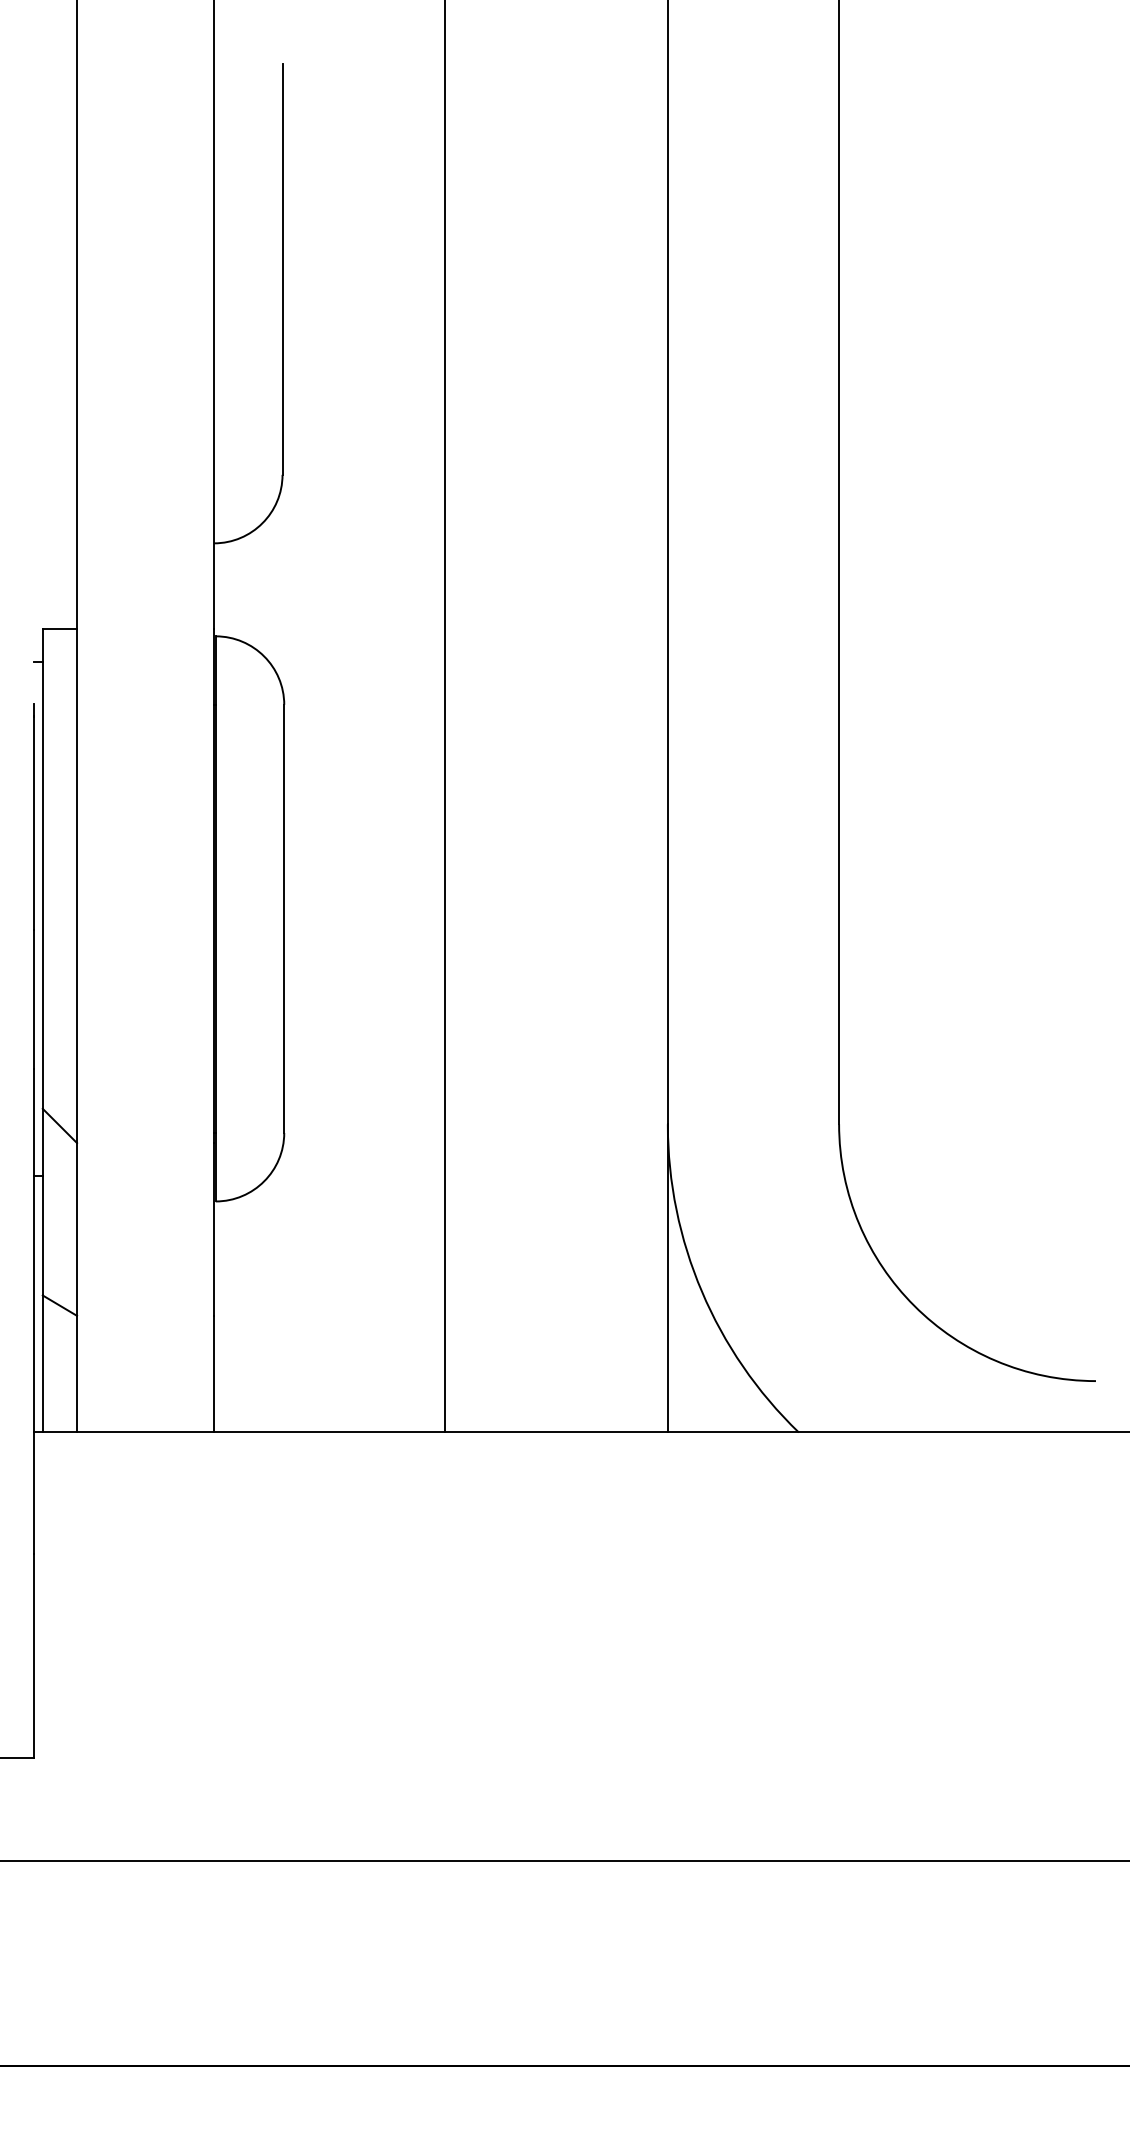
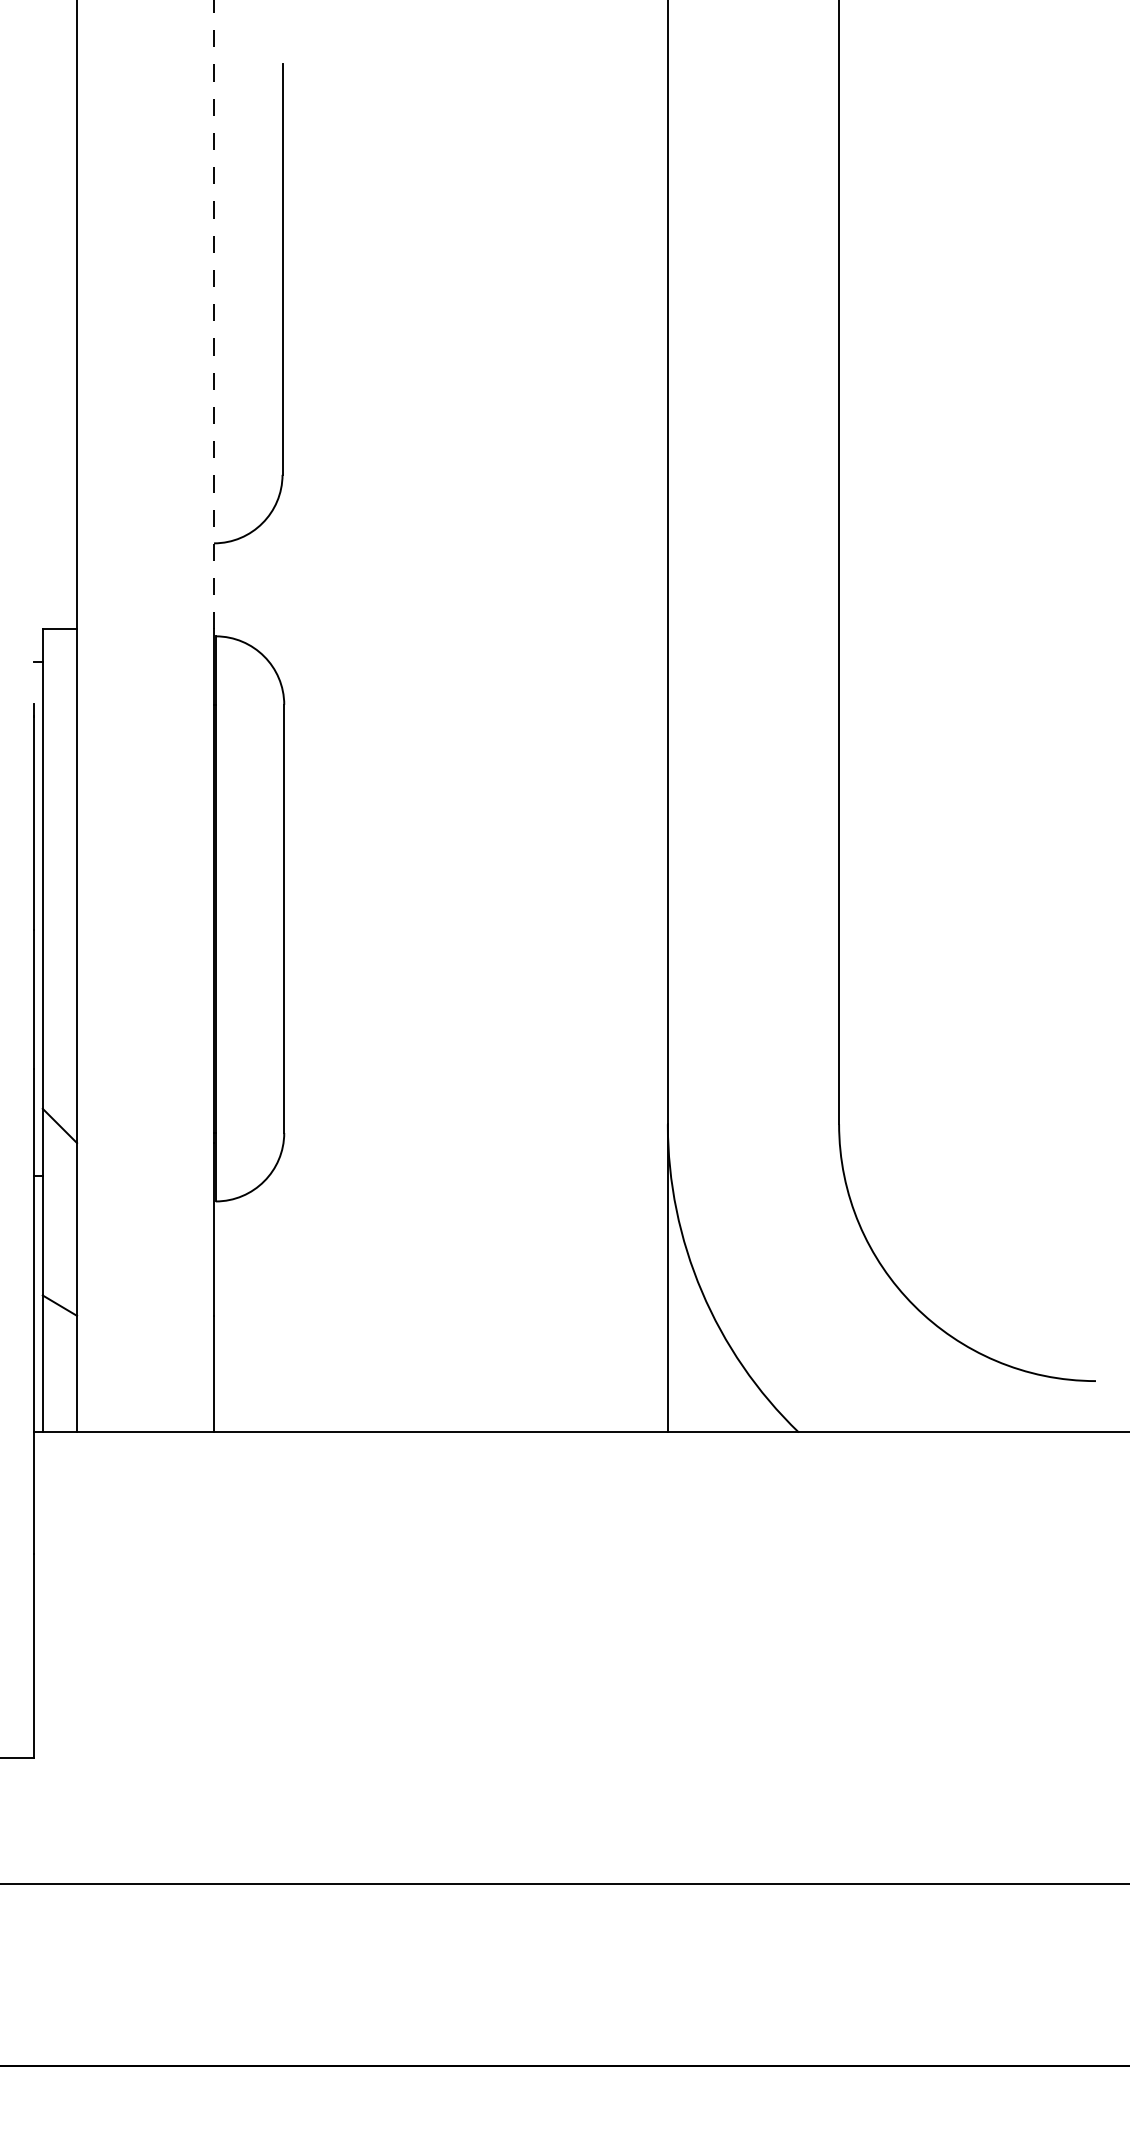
line at (214, 314): solid -> dashed
line at (445, 717): present -> none
line at (564, 1860) position: (564, 1860) -> (564, 1883)
